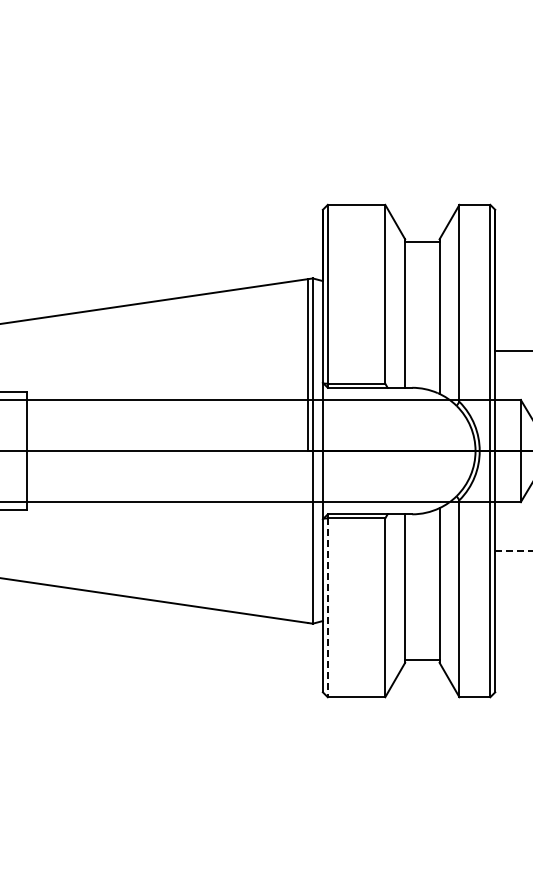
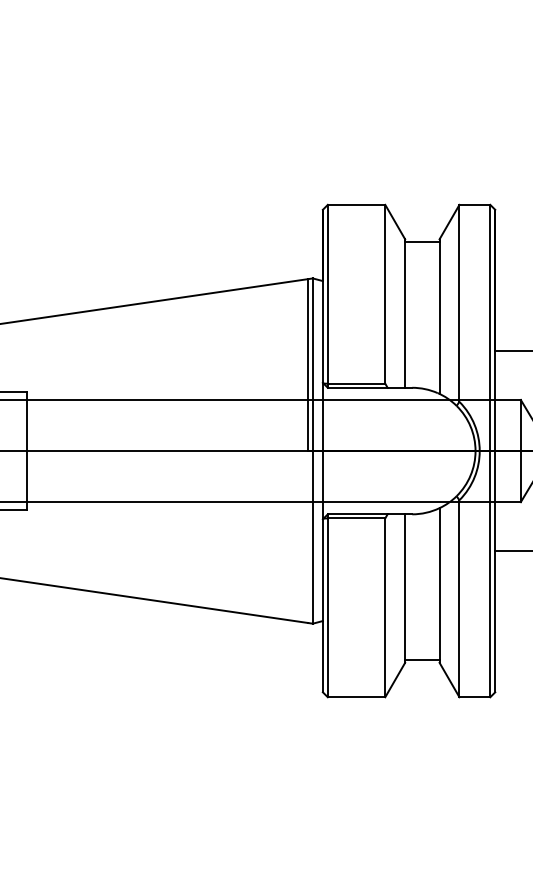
line at (513, 550): dashed -> solid
line at (327, 608): dashed -> solid
